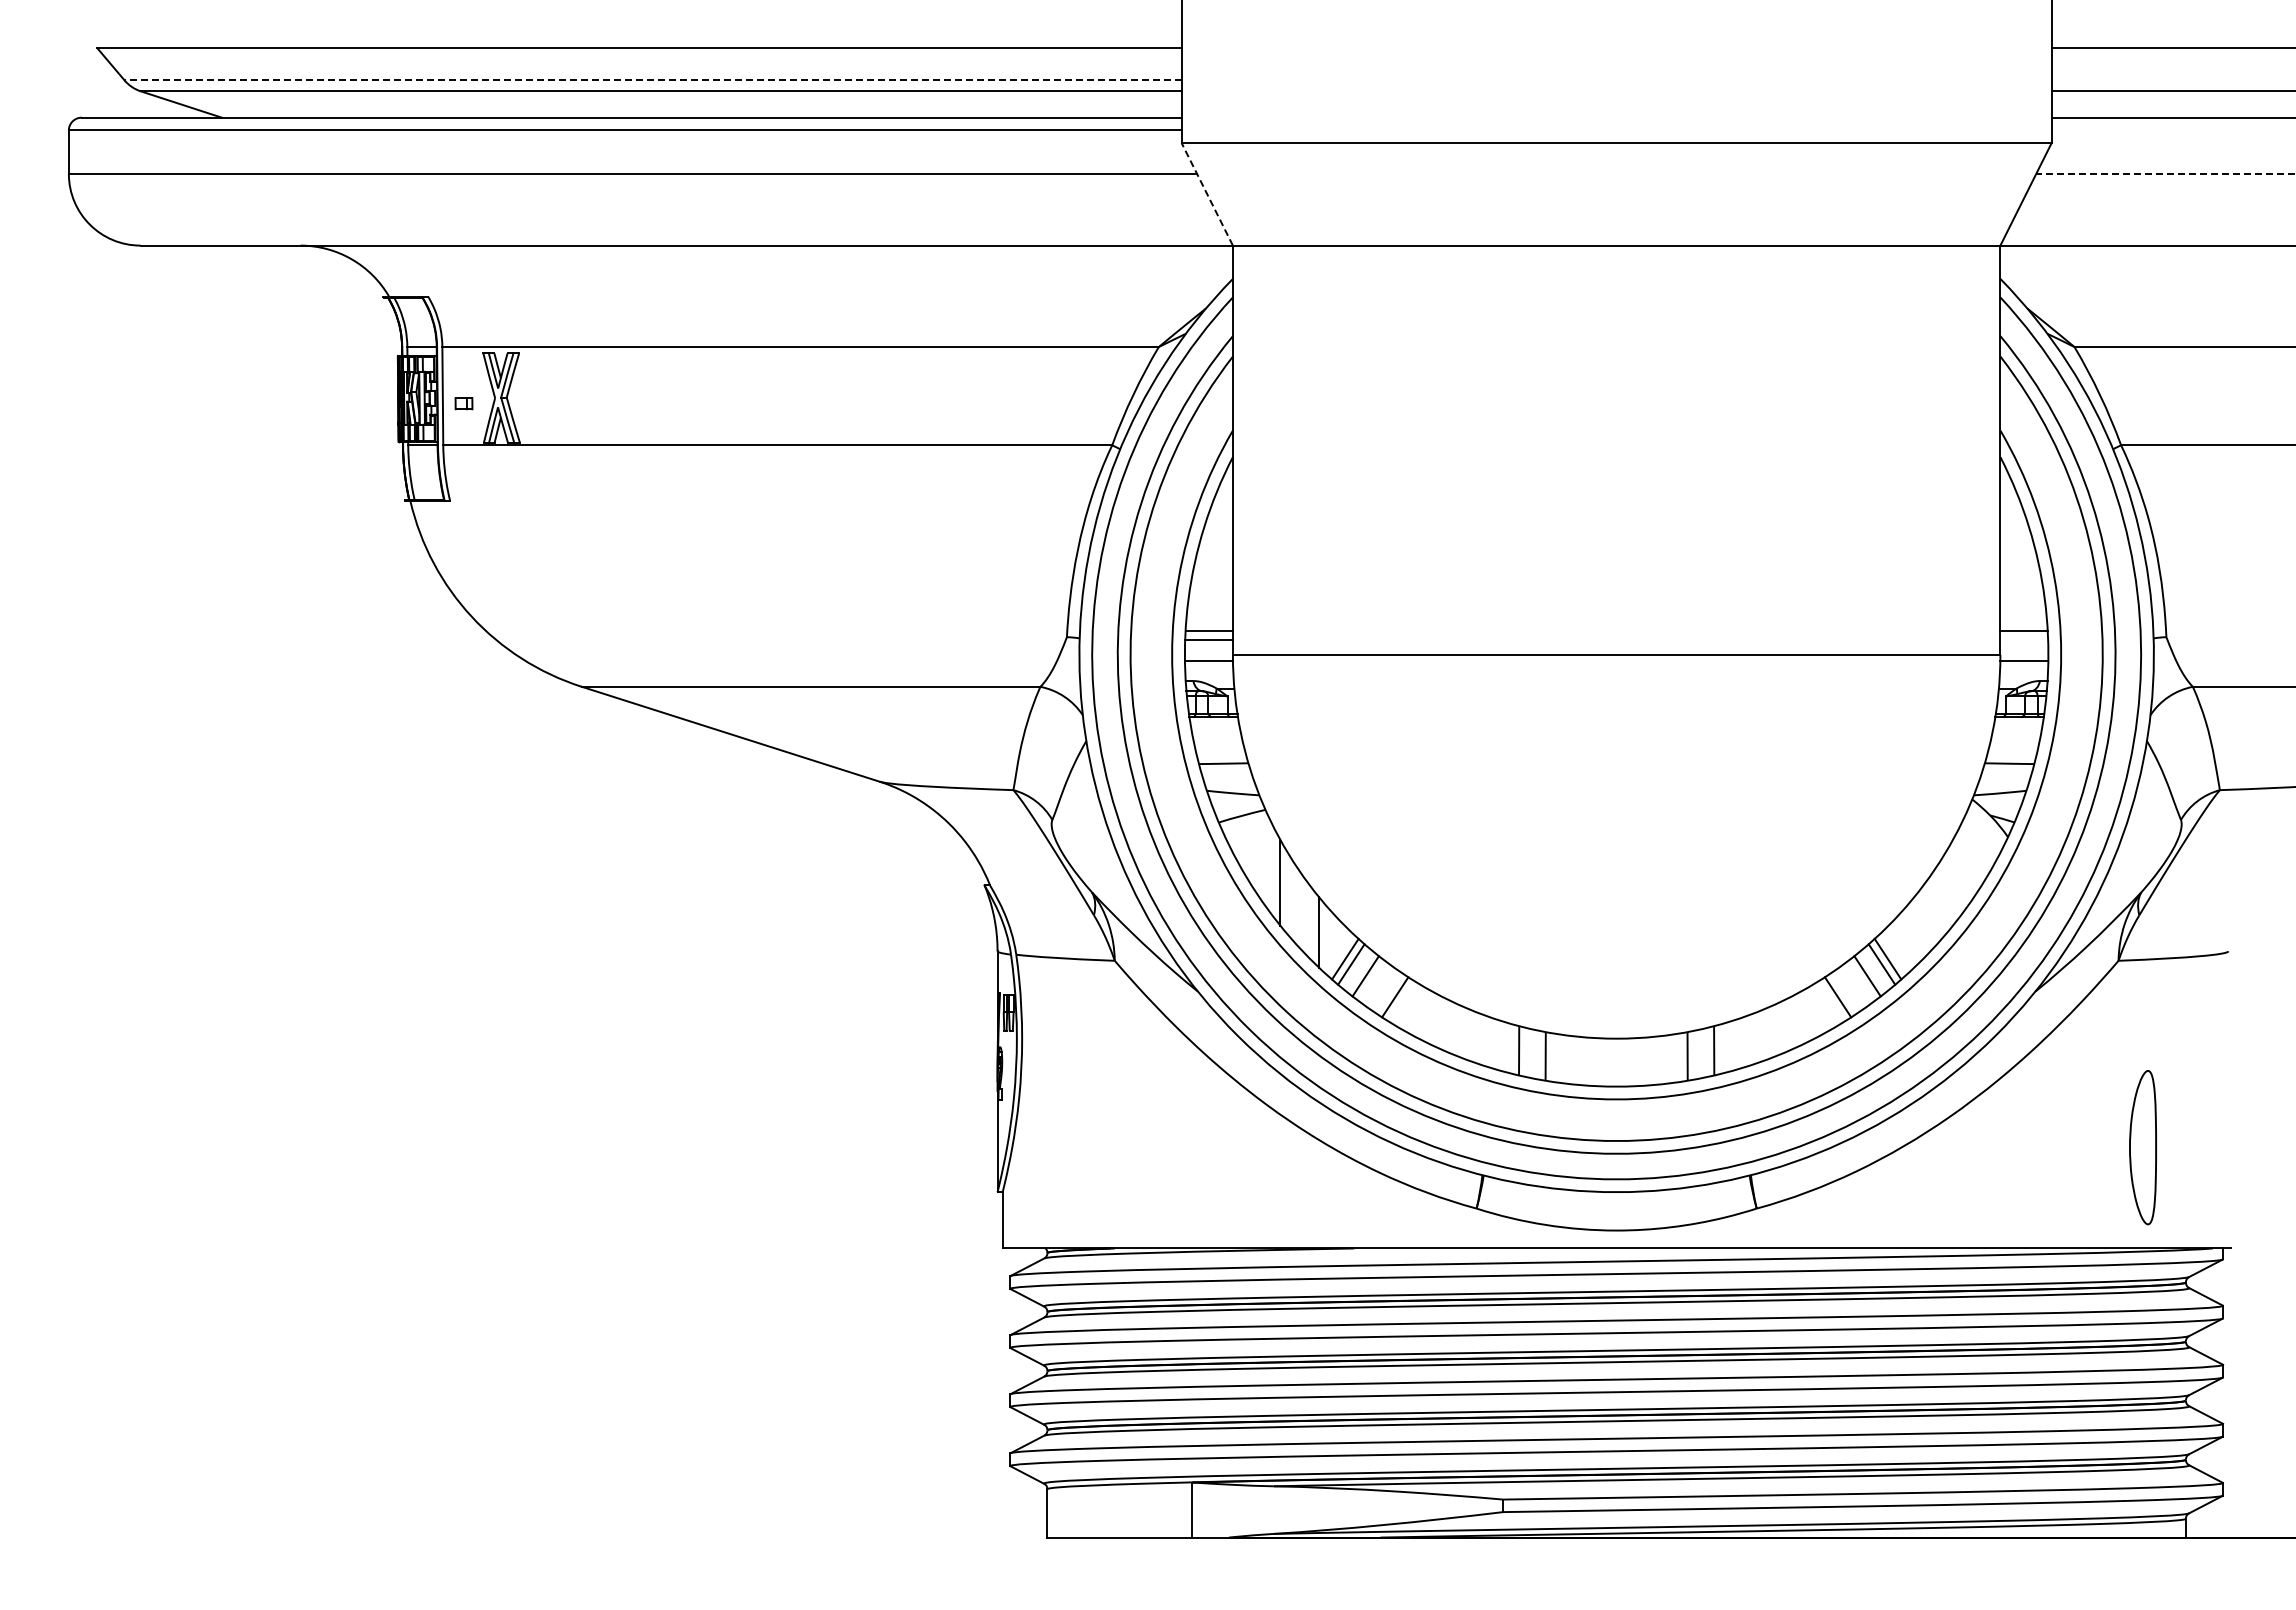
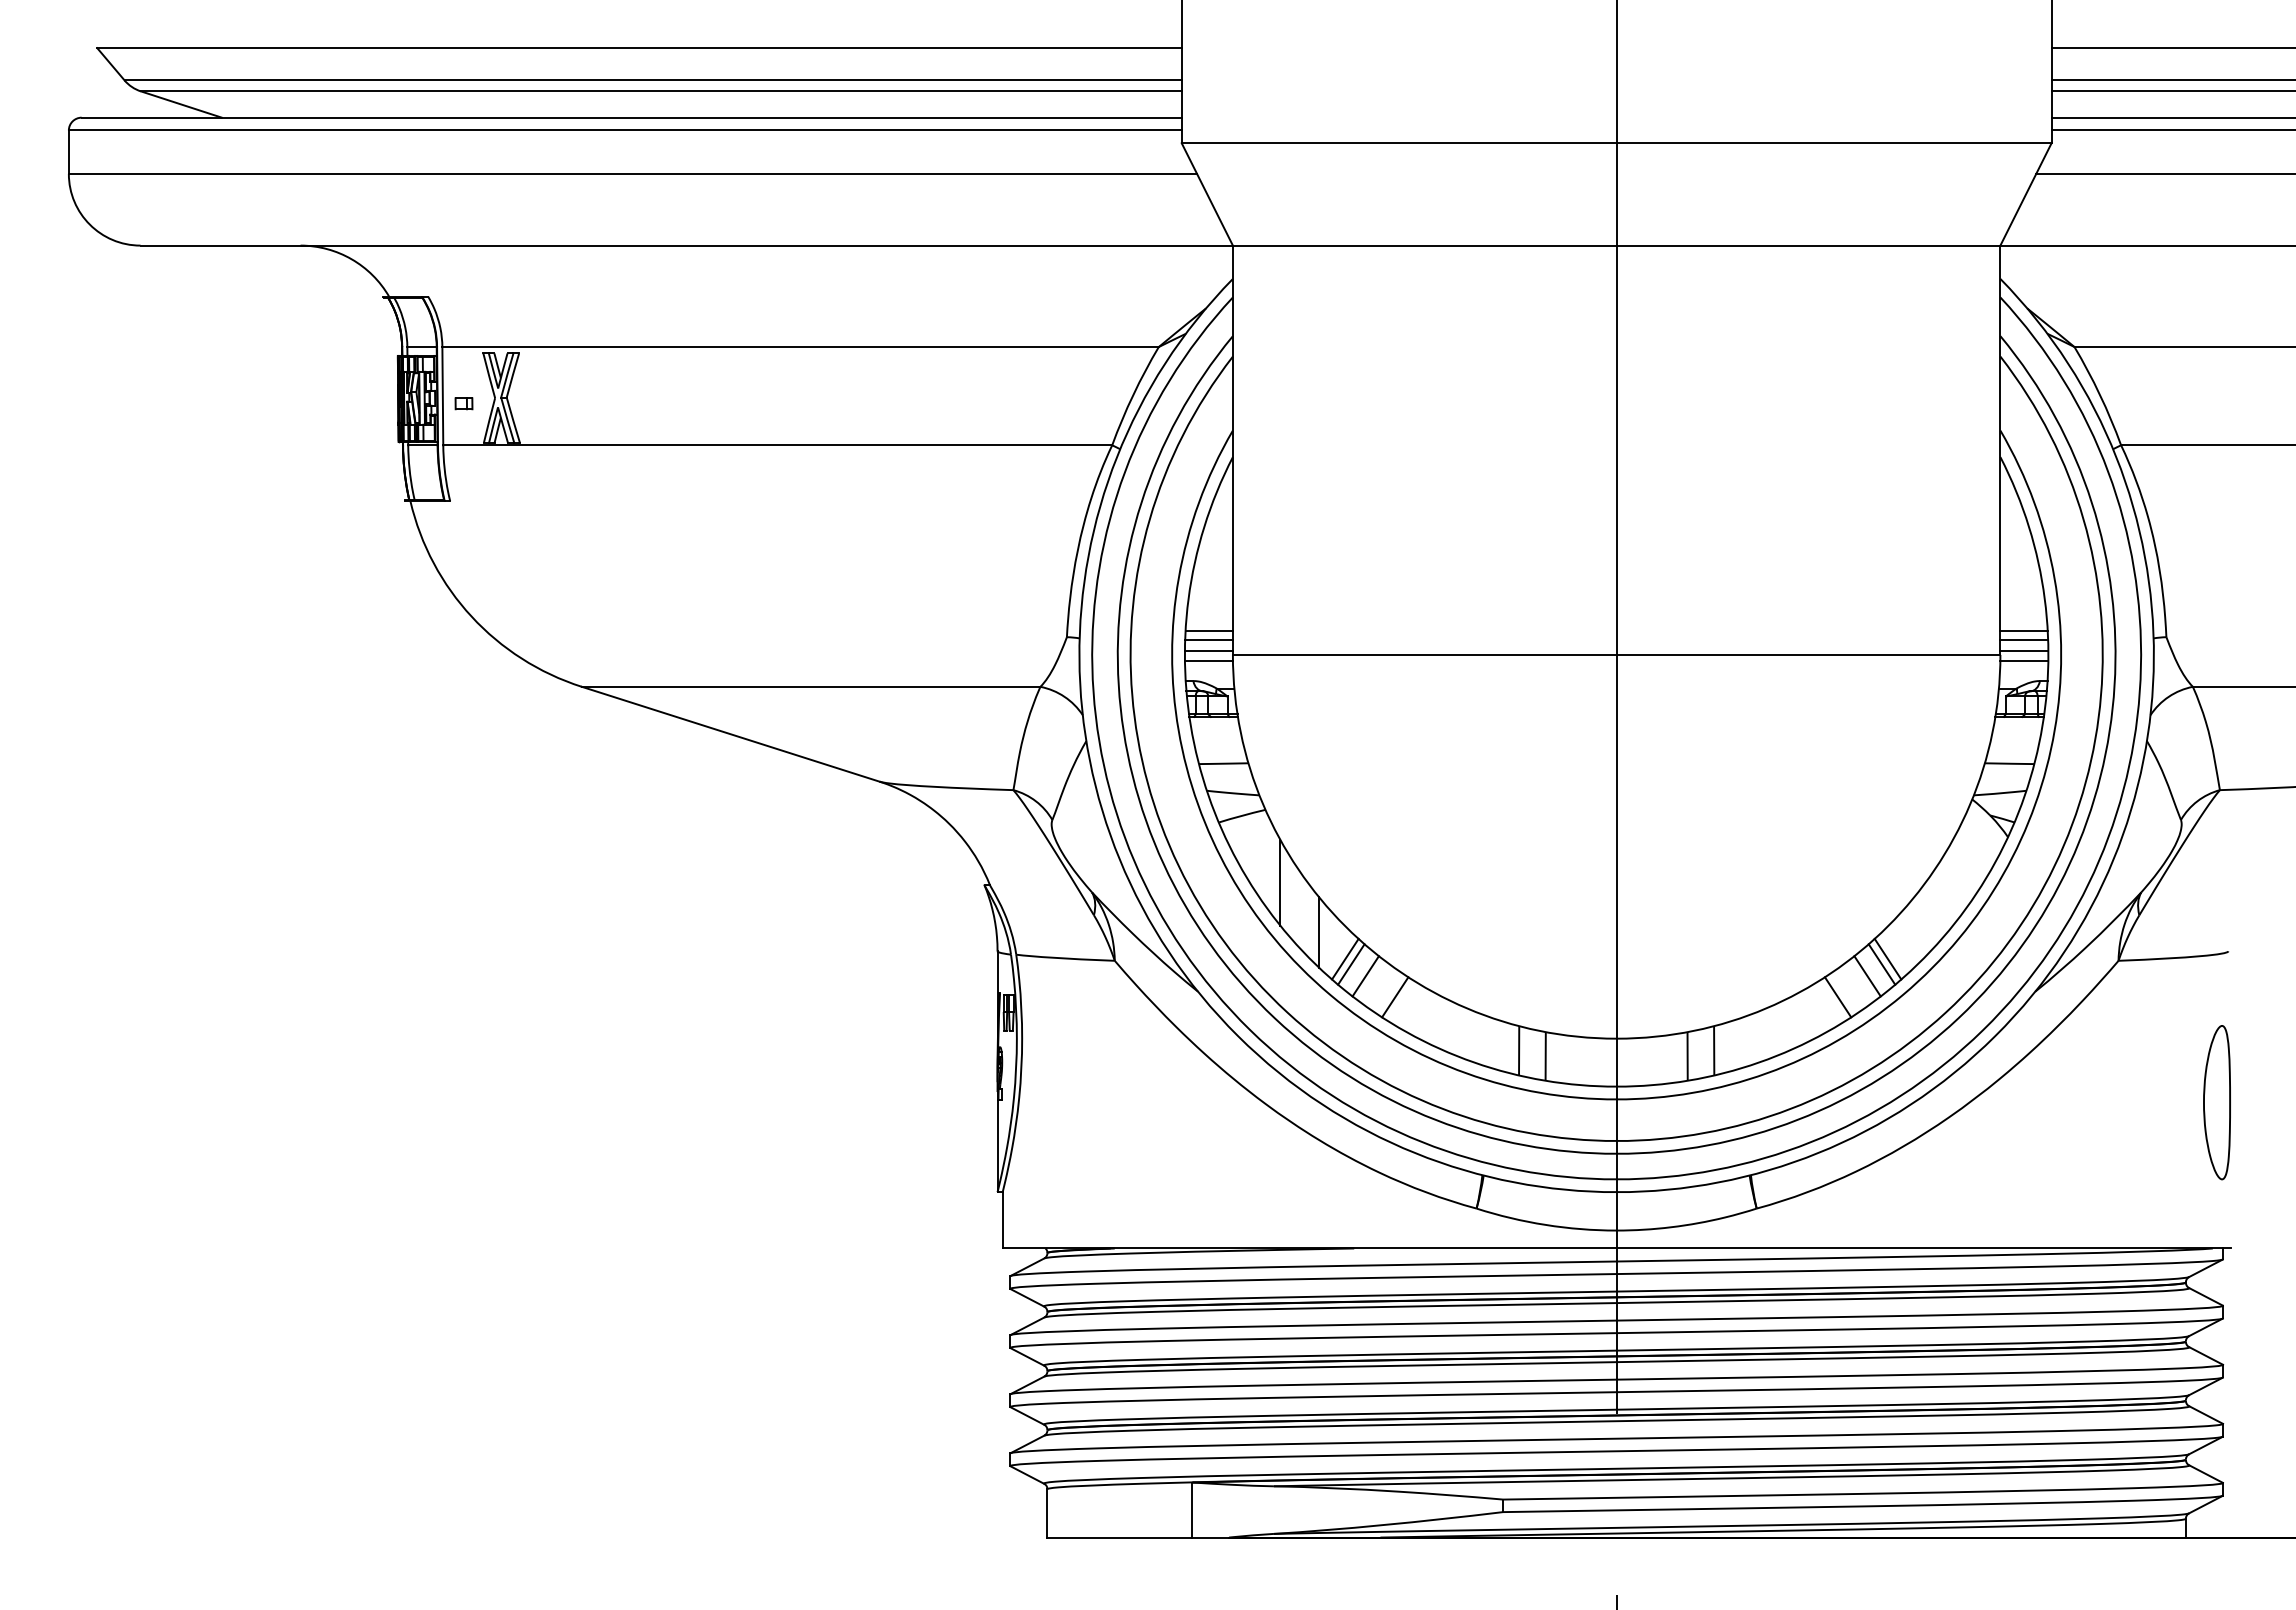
line at (653, 80): dashed -> solid
line at (2171, 80): none -> present
line at (2171, 130): none -> present
line at (2165, 173): dashed -> solid
line at (1207, 193): dashed -> solid
line at (2024, 640): none -> present
line at (1208, 651): none -> present
line at (2024, 651): none -> present
line at (1616, 804): none -> present
part at (2142, 1147) position: (2142, 1147) -> (2216, 1102)
